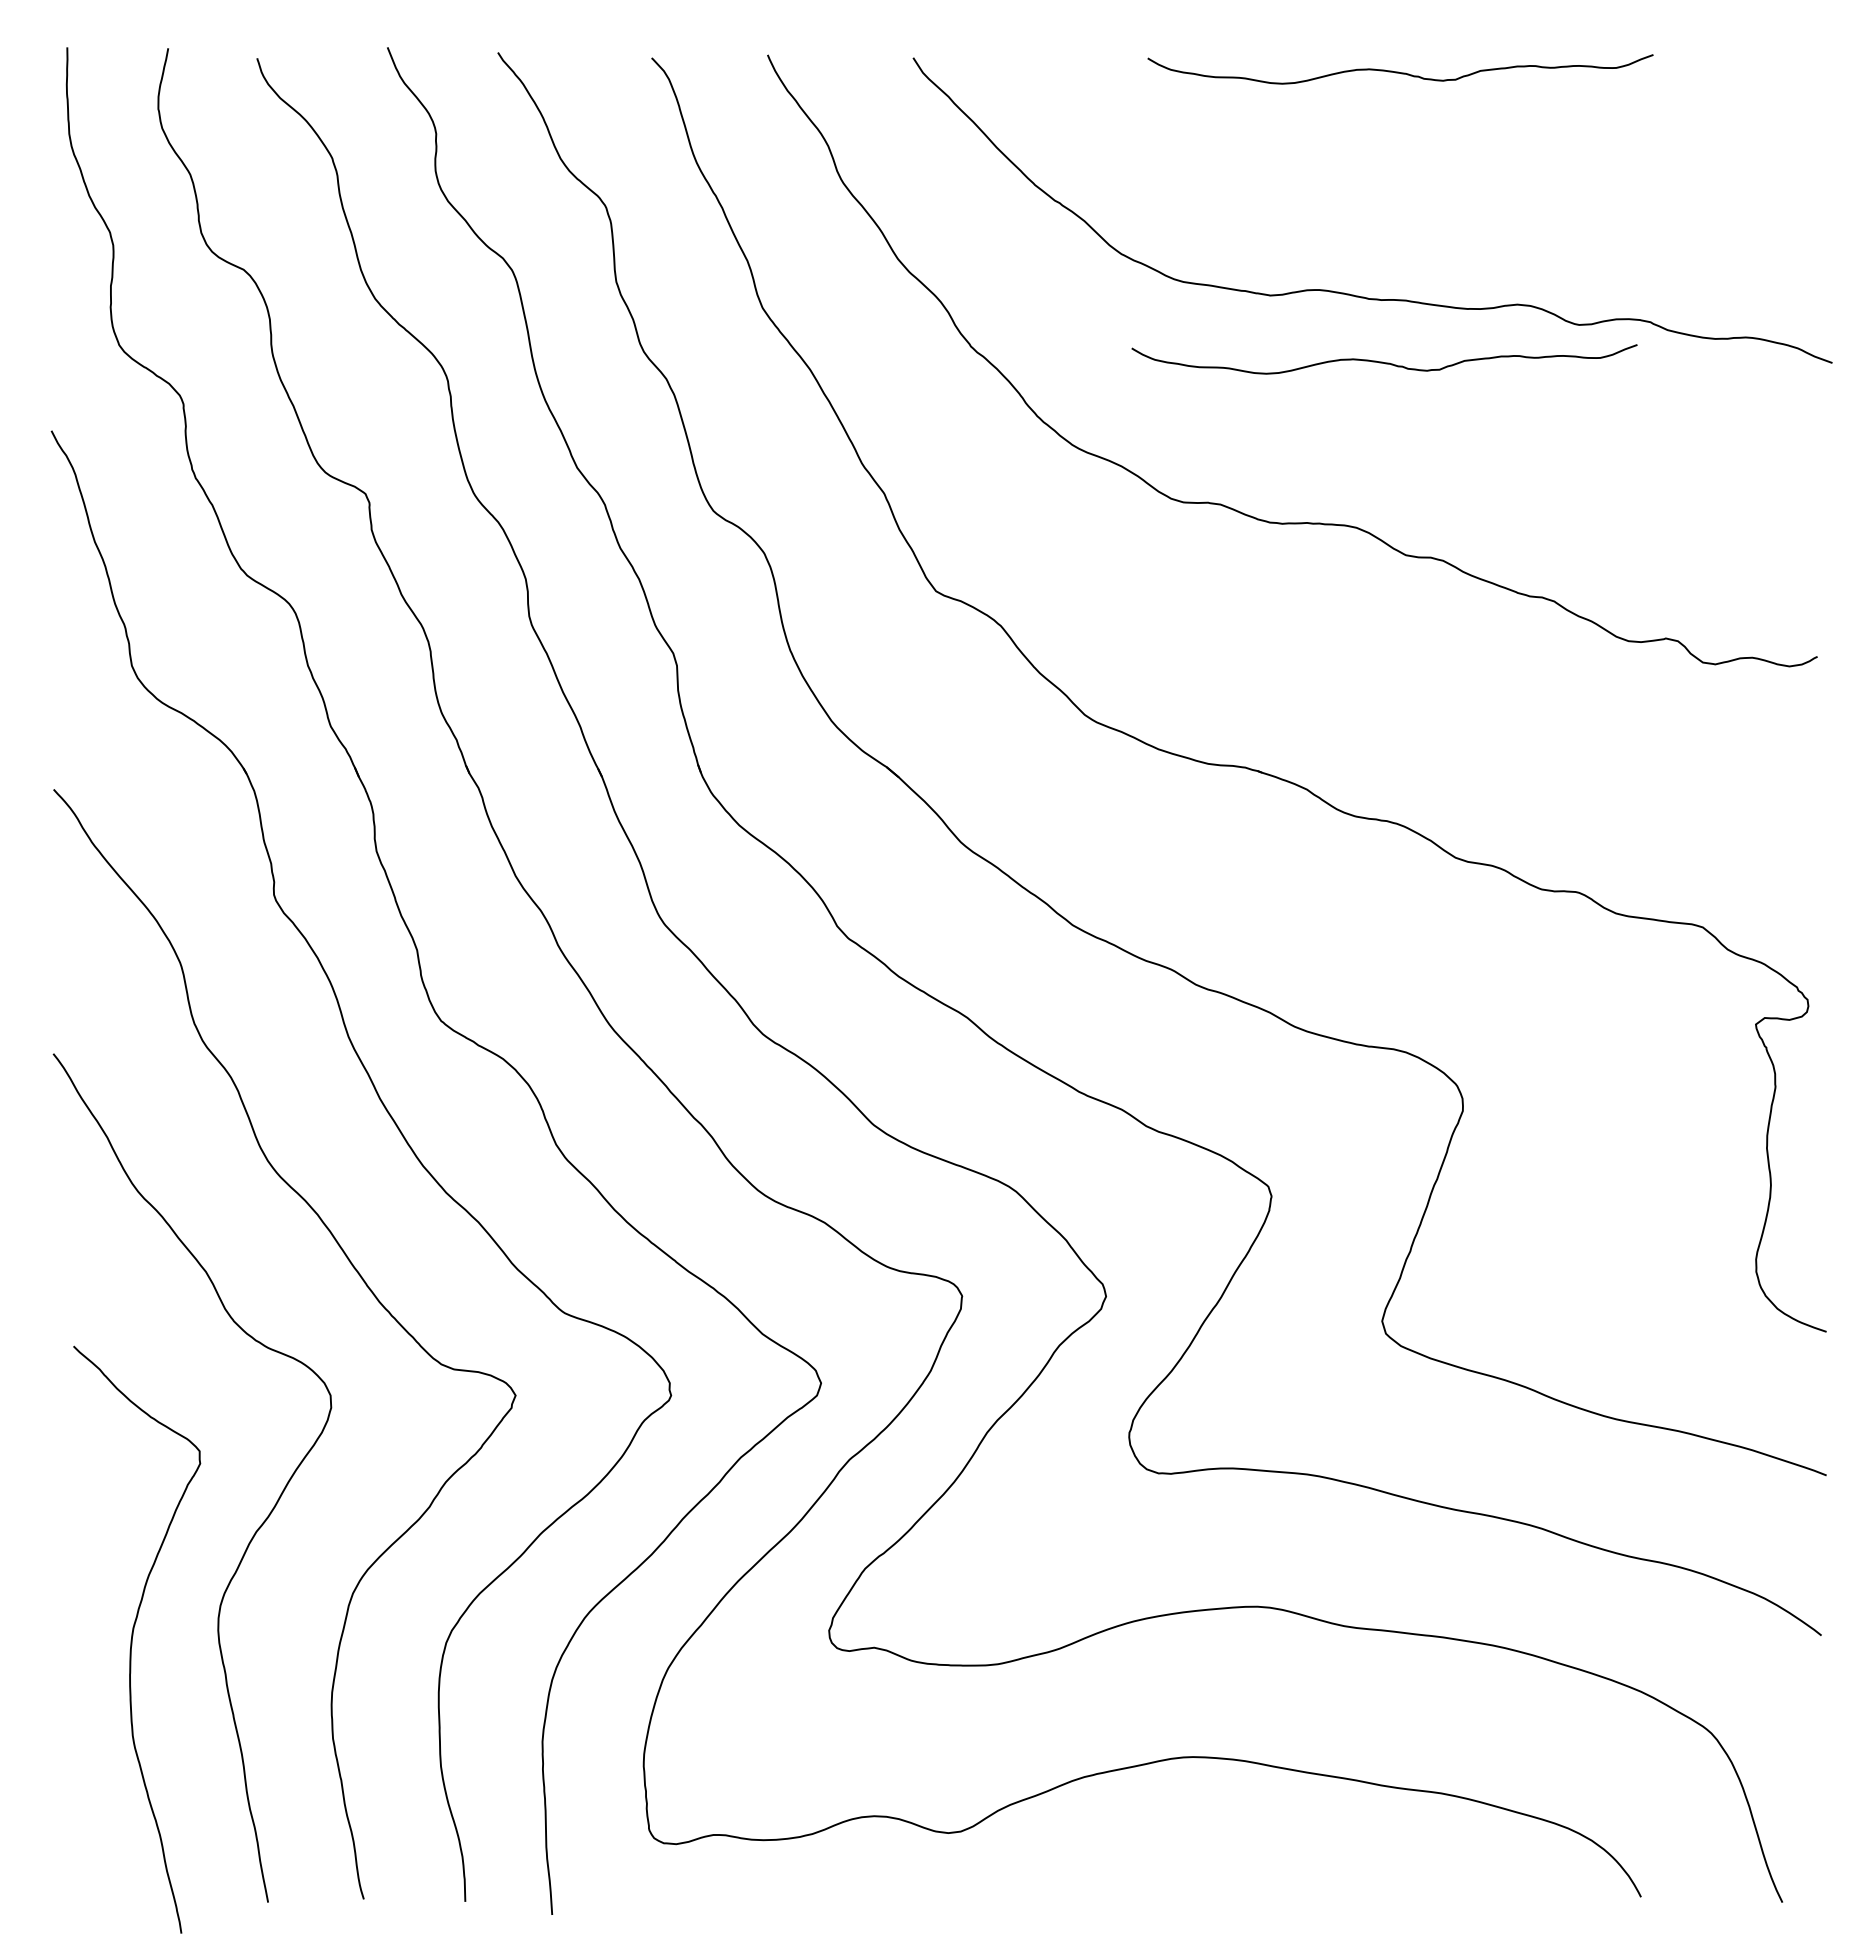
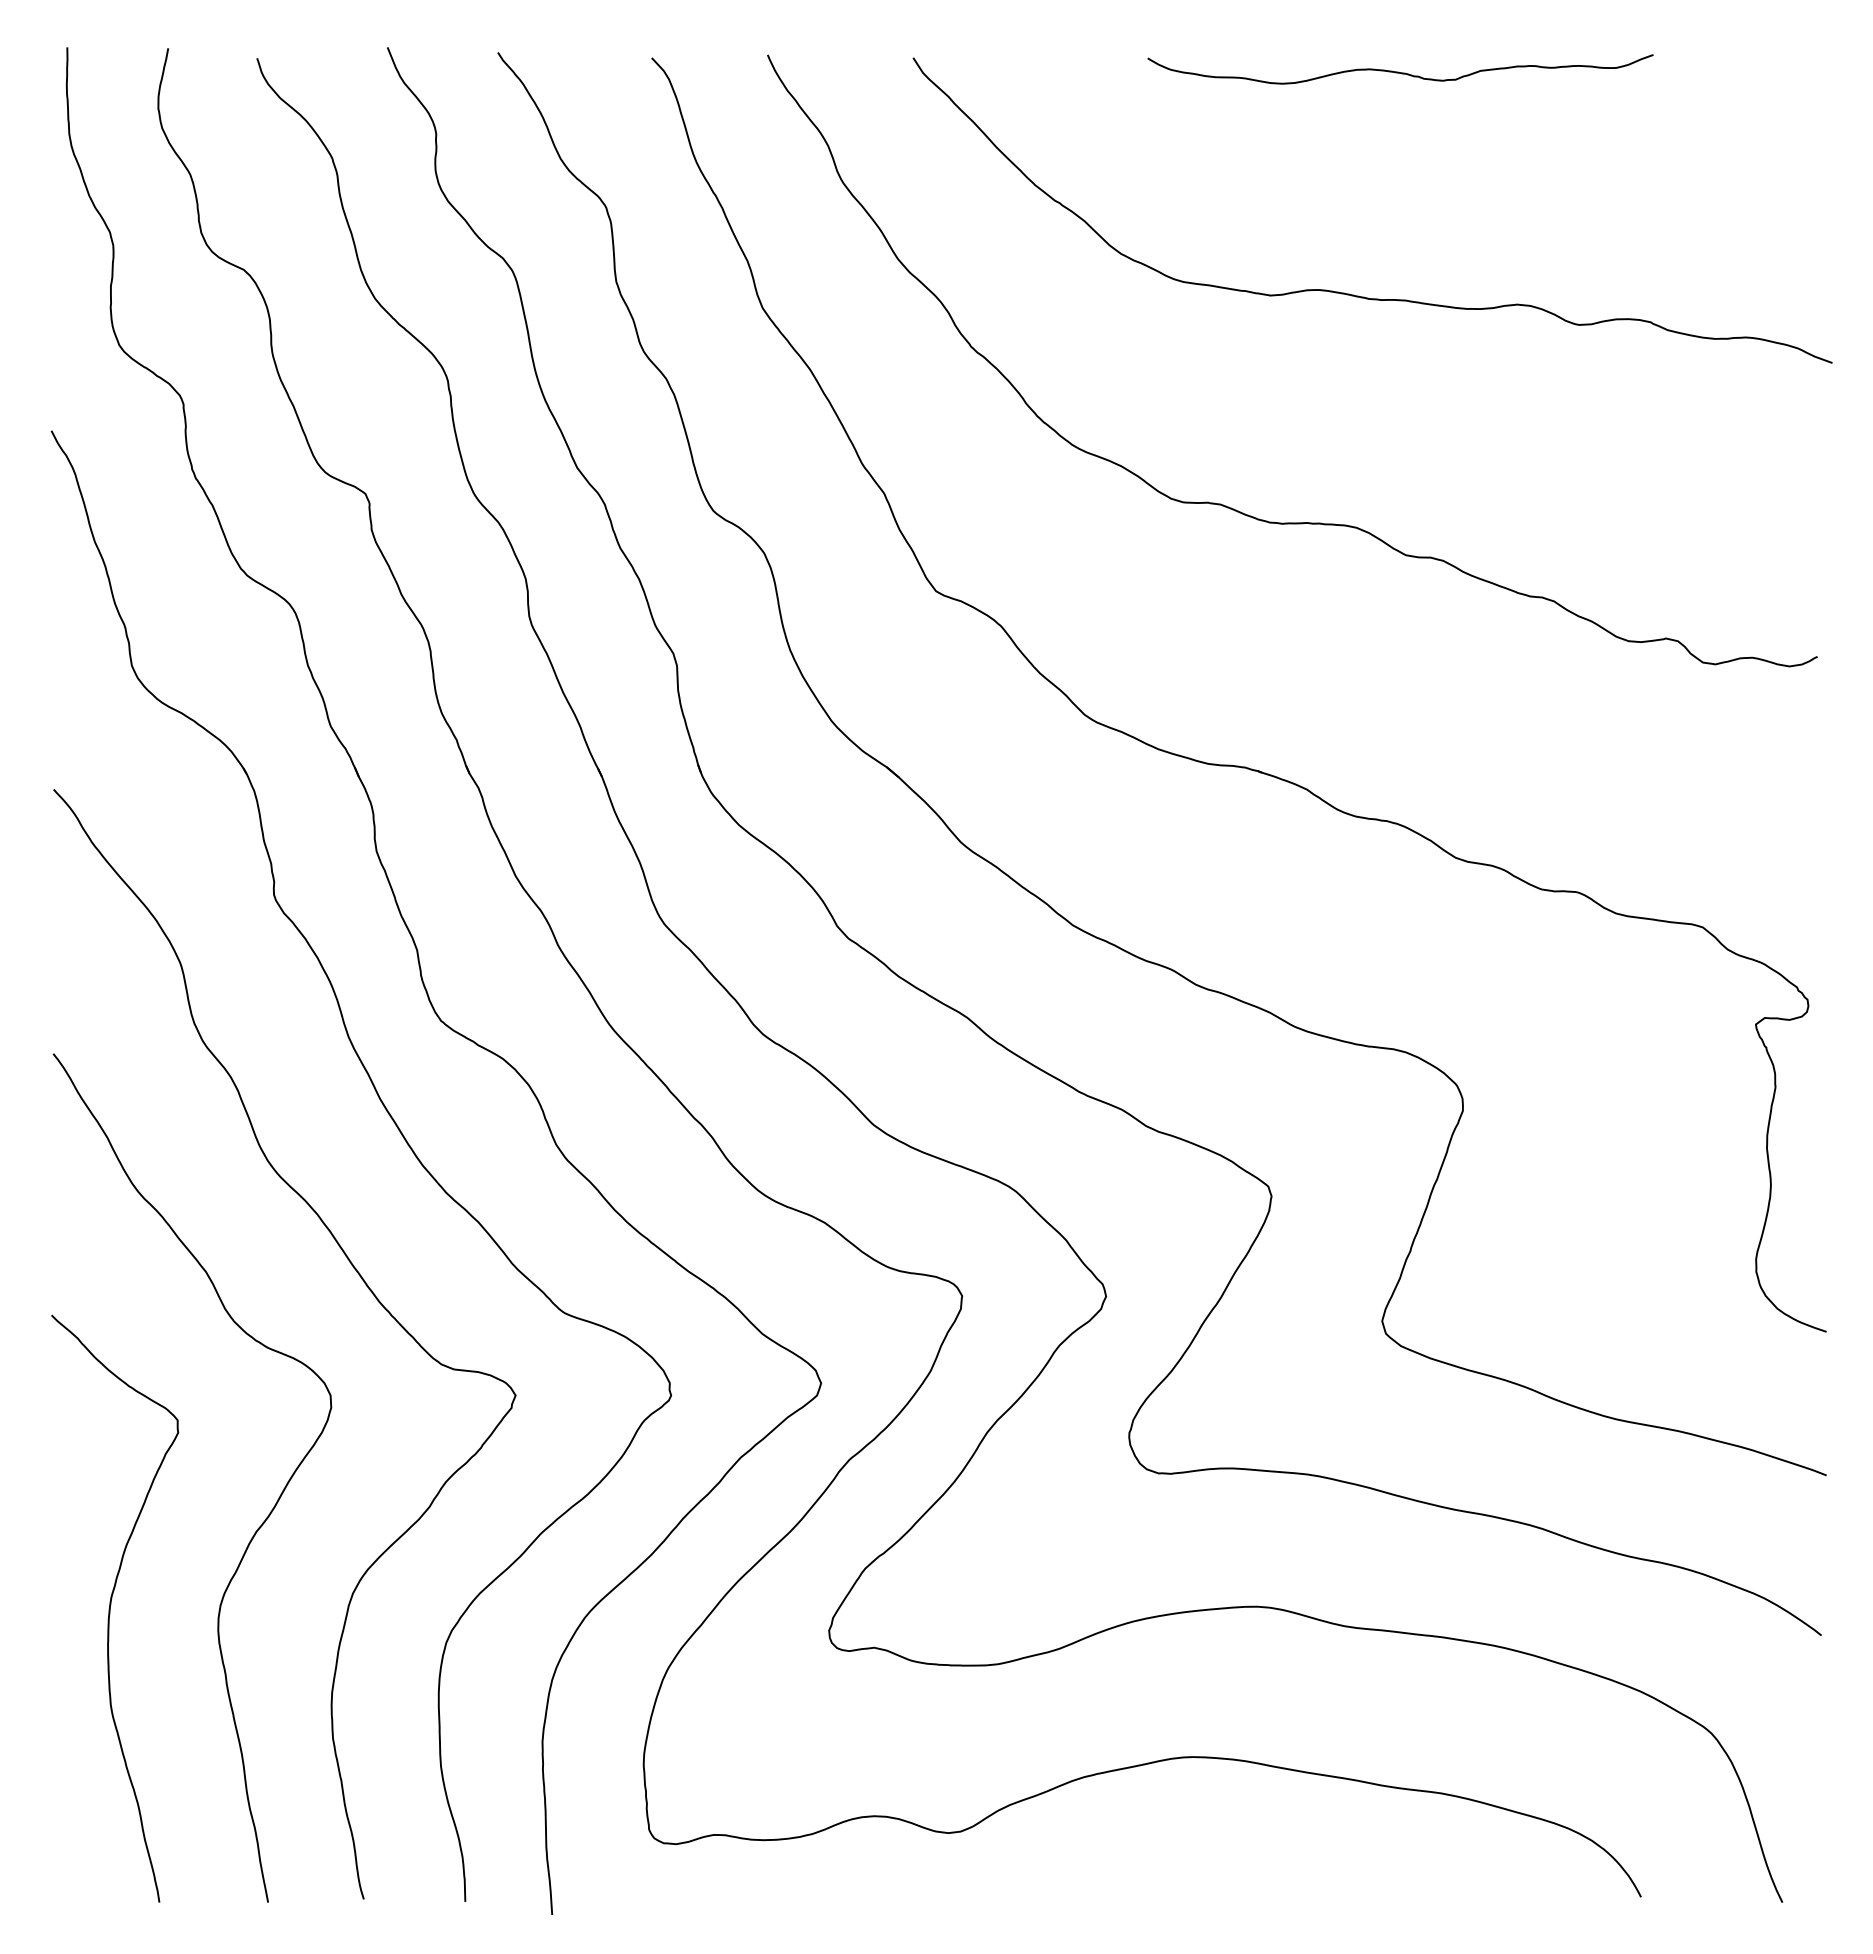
curve at (1382, 361): present -> none
curve at (133, 1636) position: (133, 1636) -> (111, 1605)
